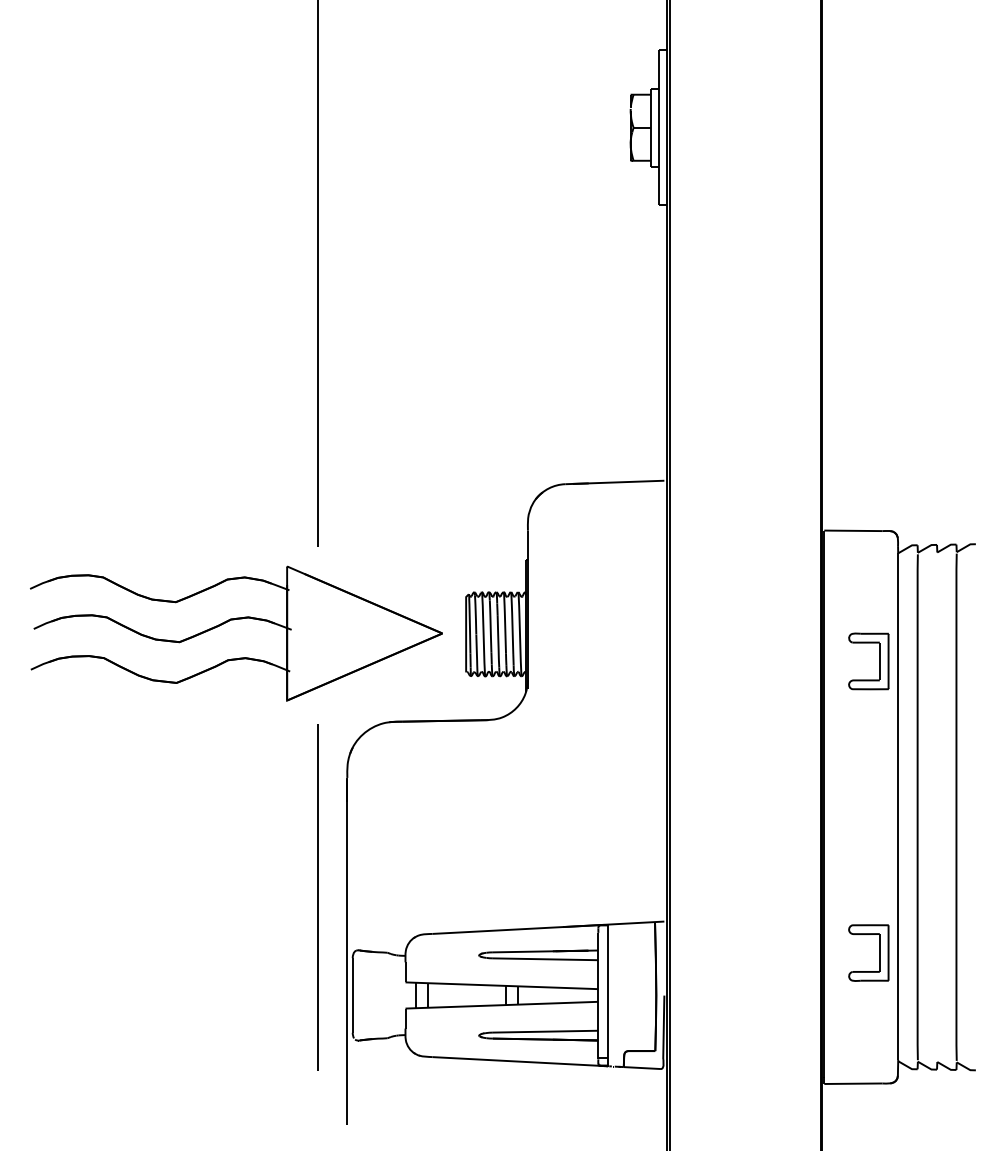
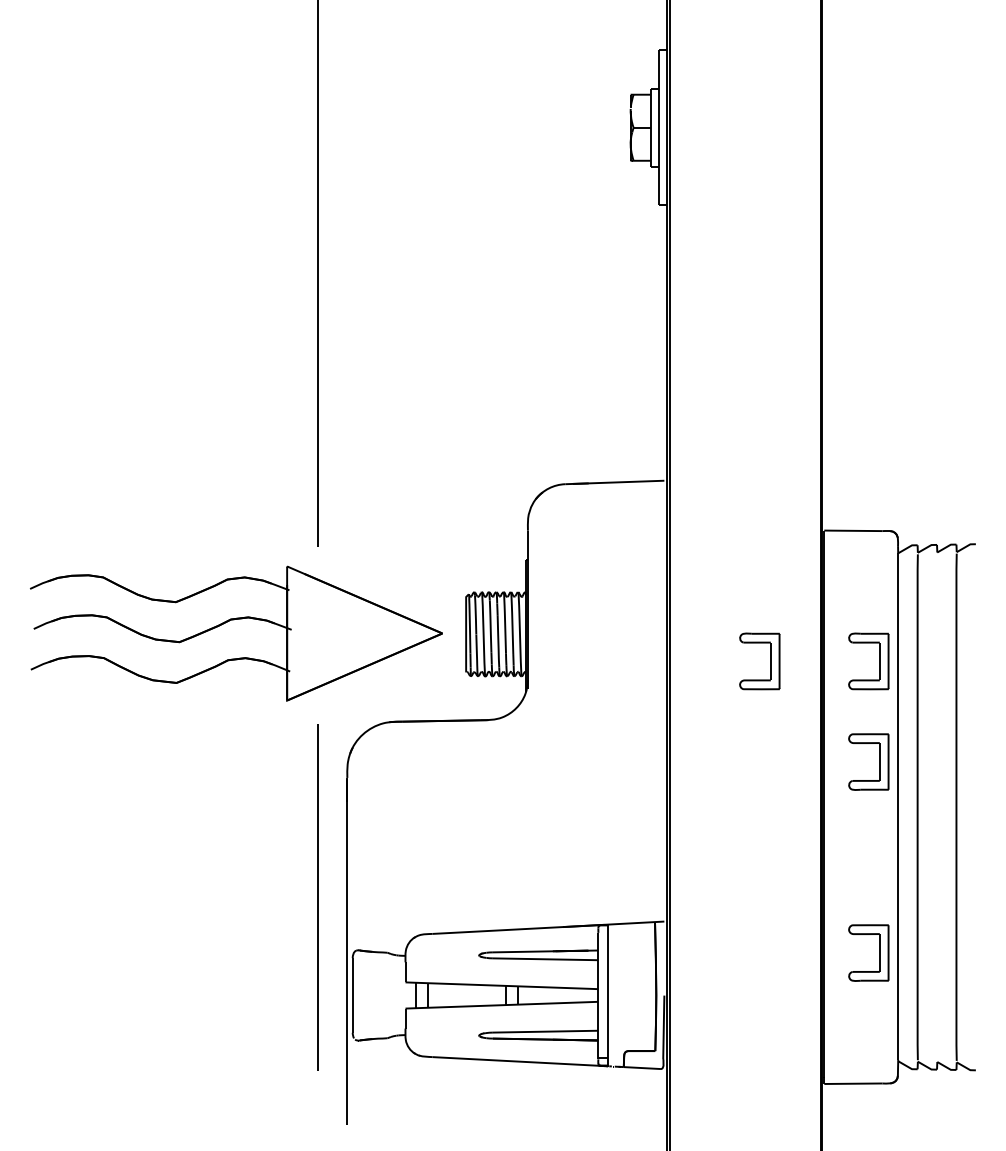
part at (770, 661): none -> present
part at (879, 761): none -> present
